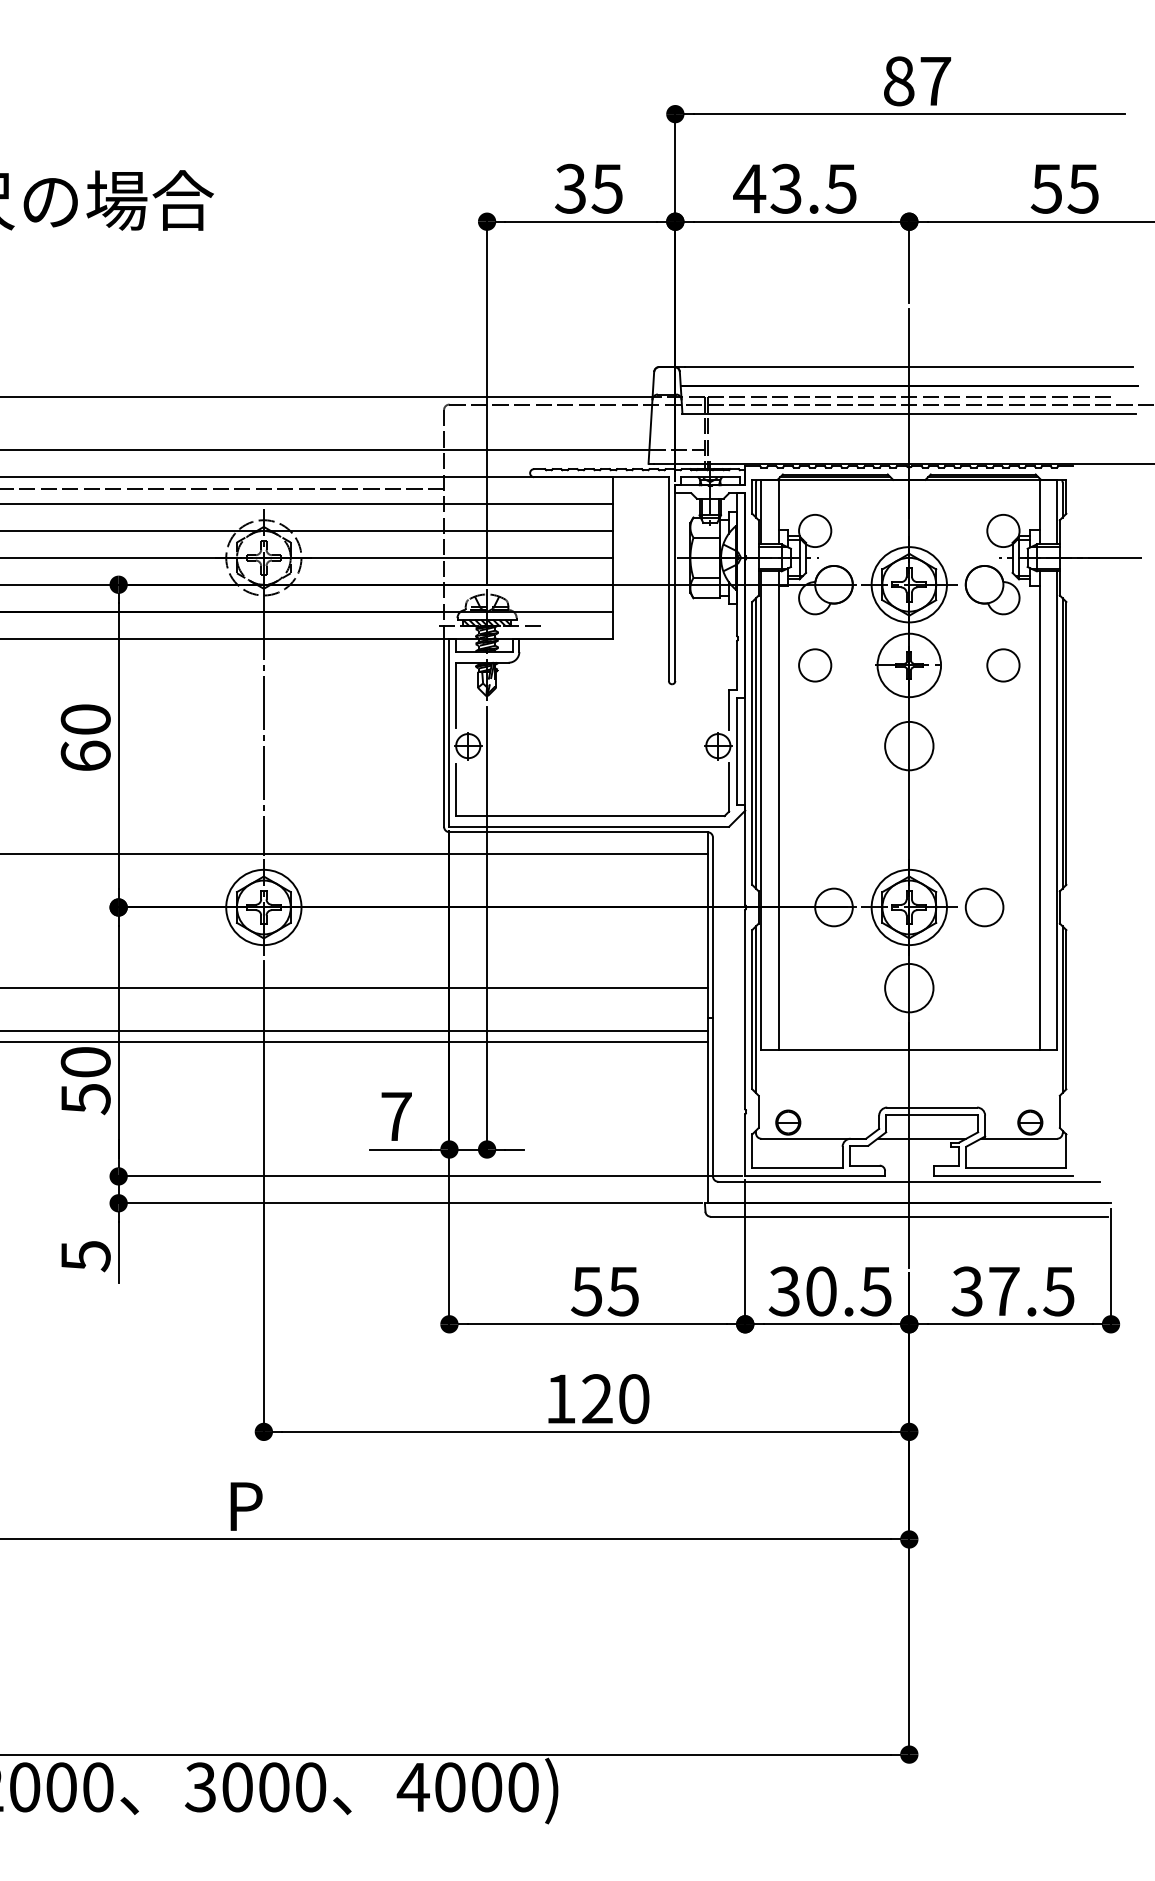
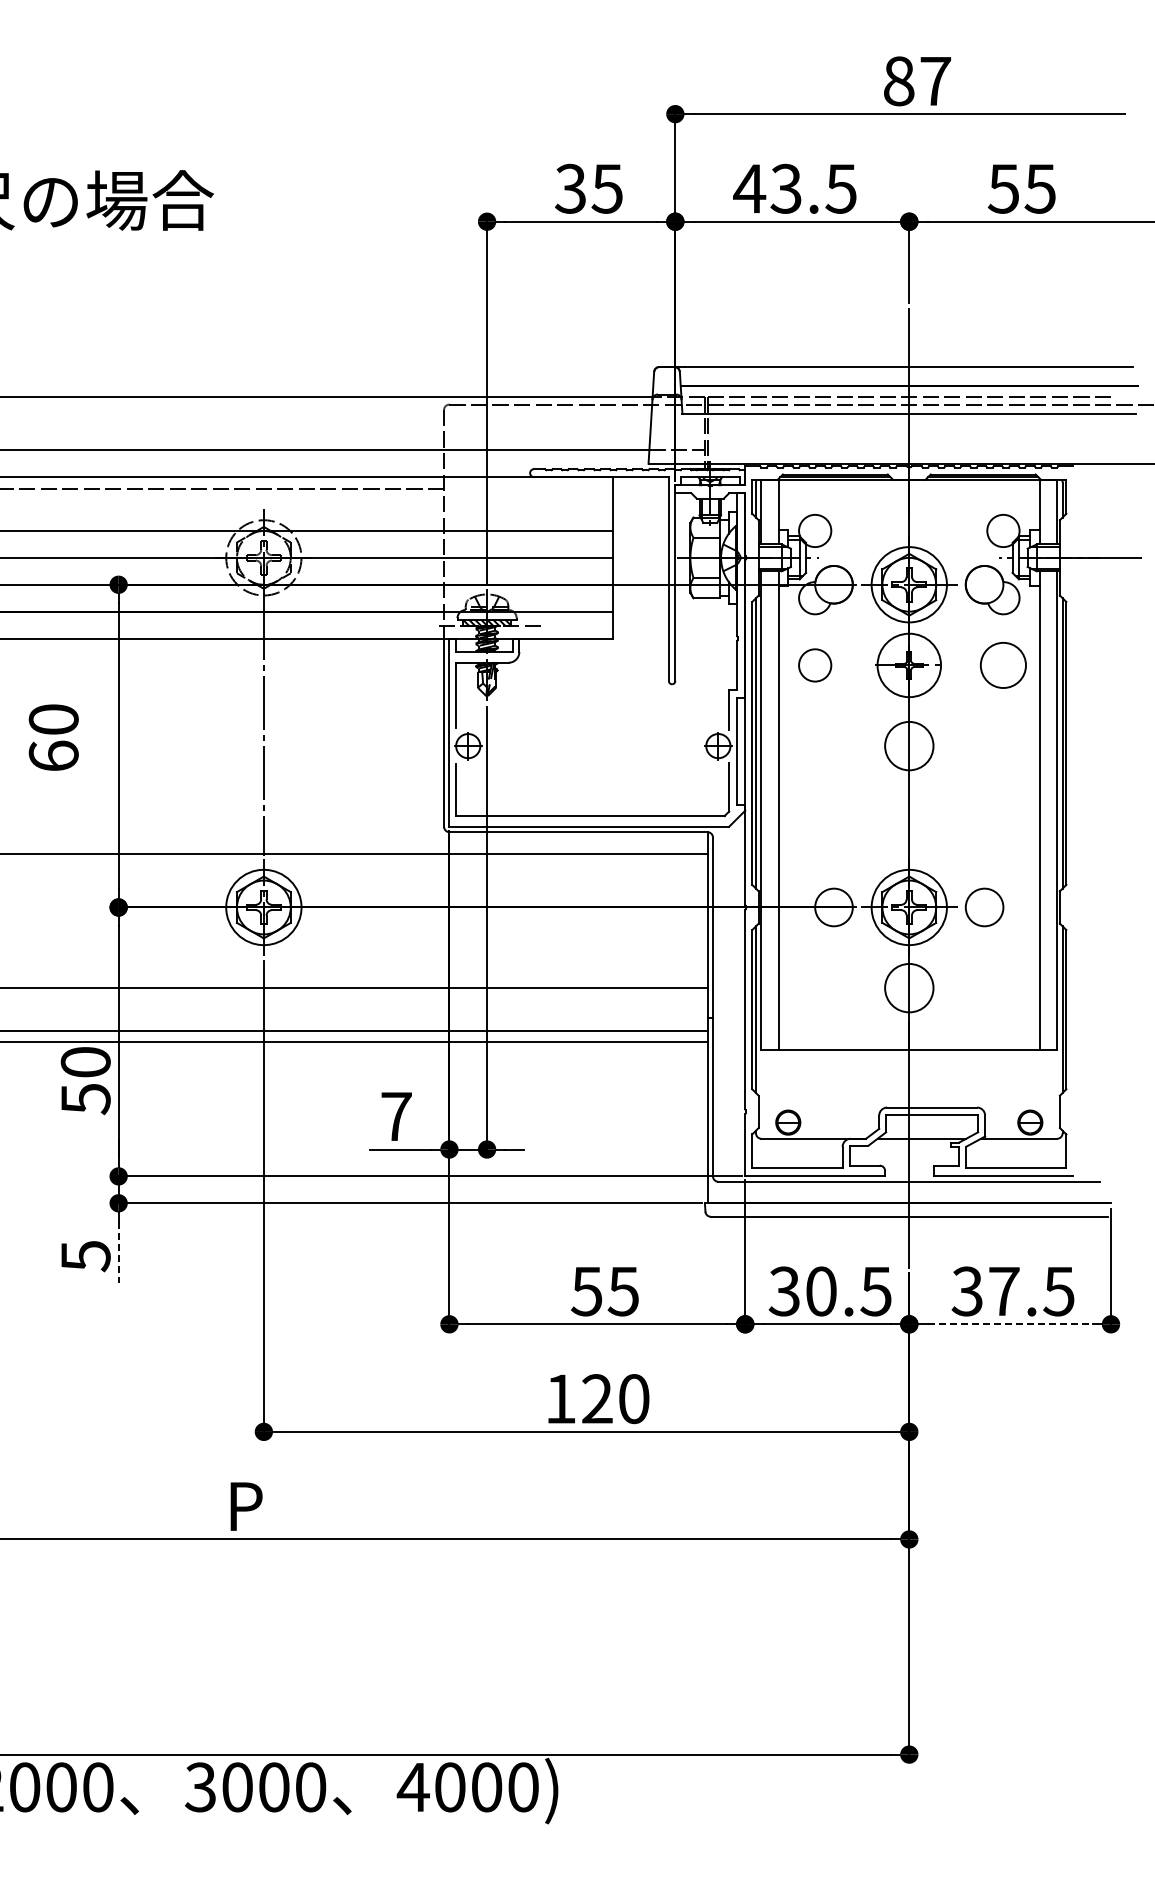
text at (1064, 188) position: (1064, 188) -> (1021, 188)
line at (307, 504): present -> none
circle at (1003, 665) size: 35x35 px -> 48x47 px
text at (85, 737) position: (85, 737) -> (53, 737)
line at (118, 1252): solid -> dashed
line at (1010, 1324): solid -> dashed
